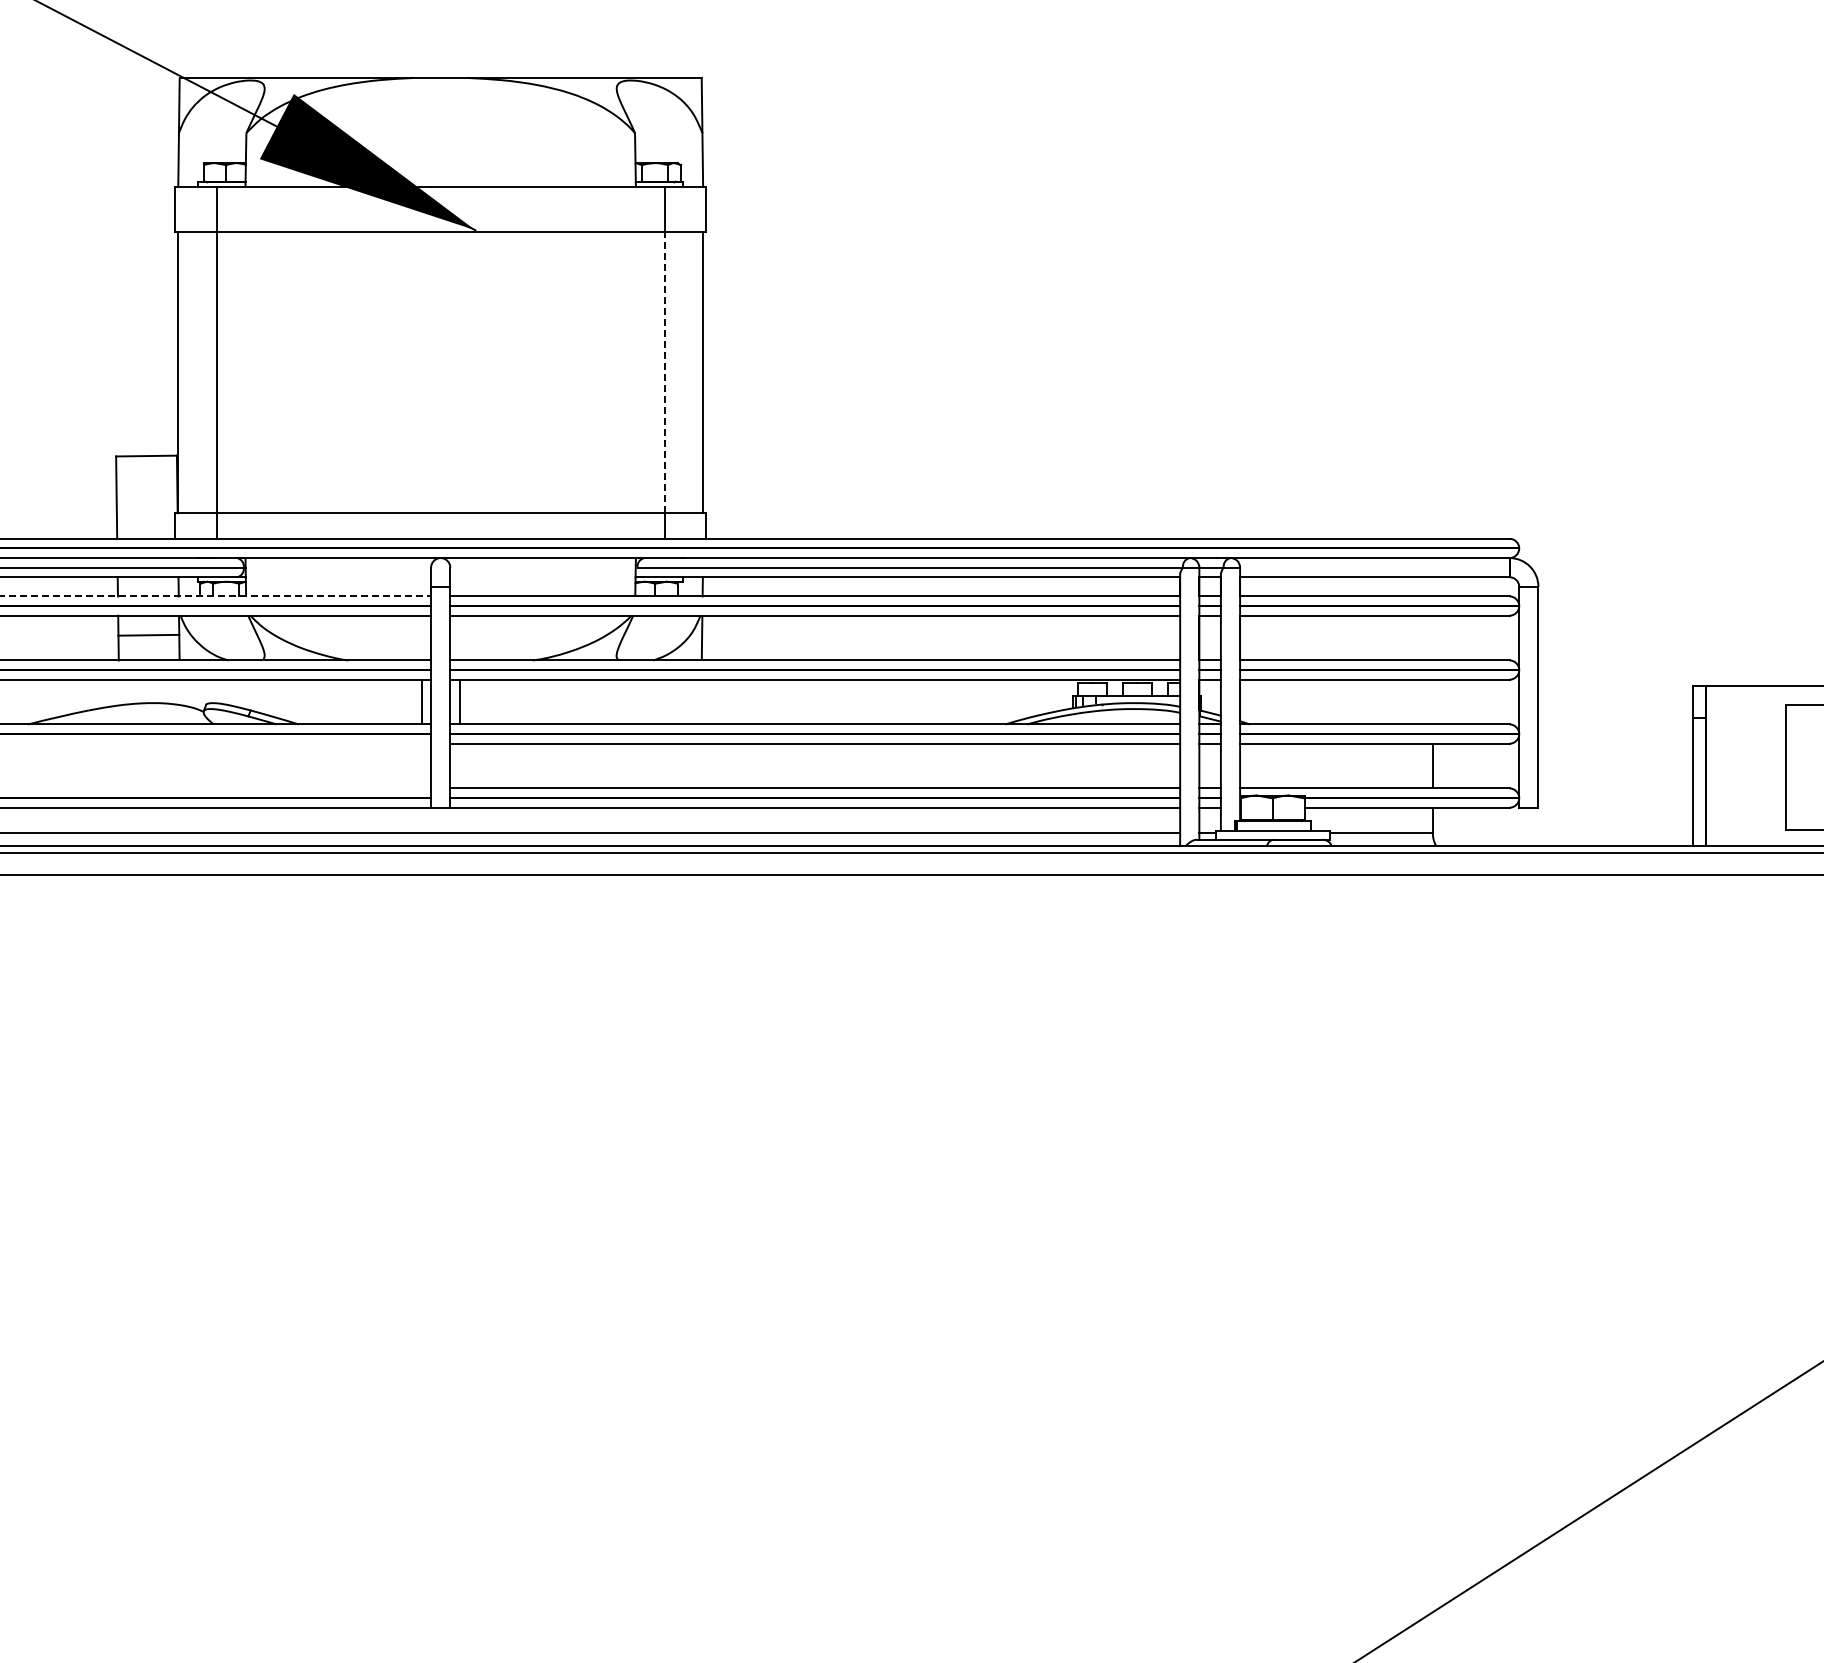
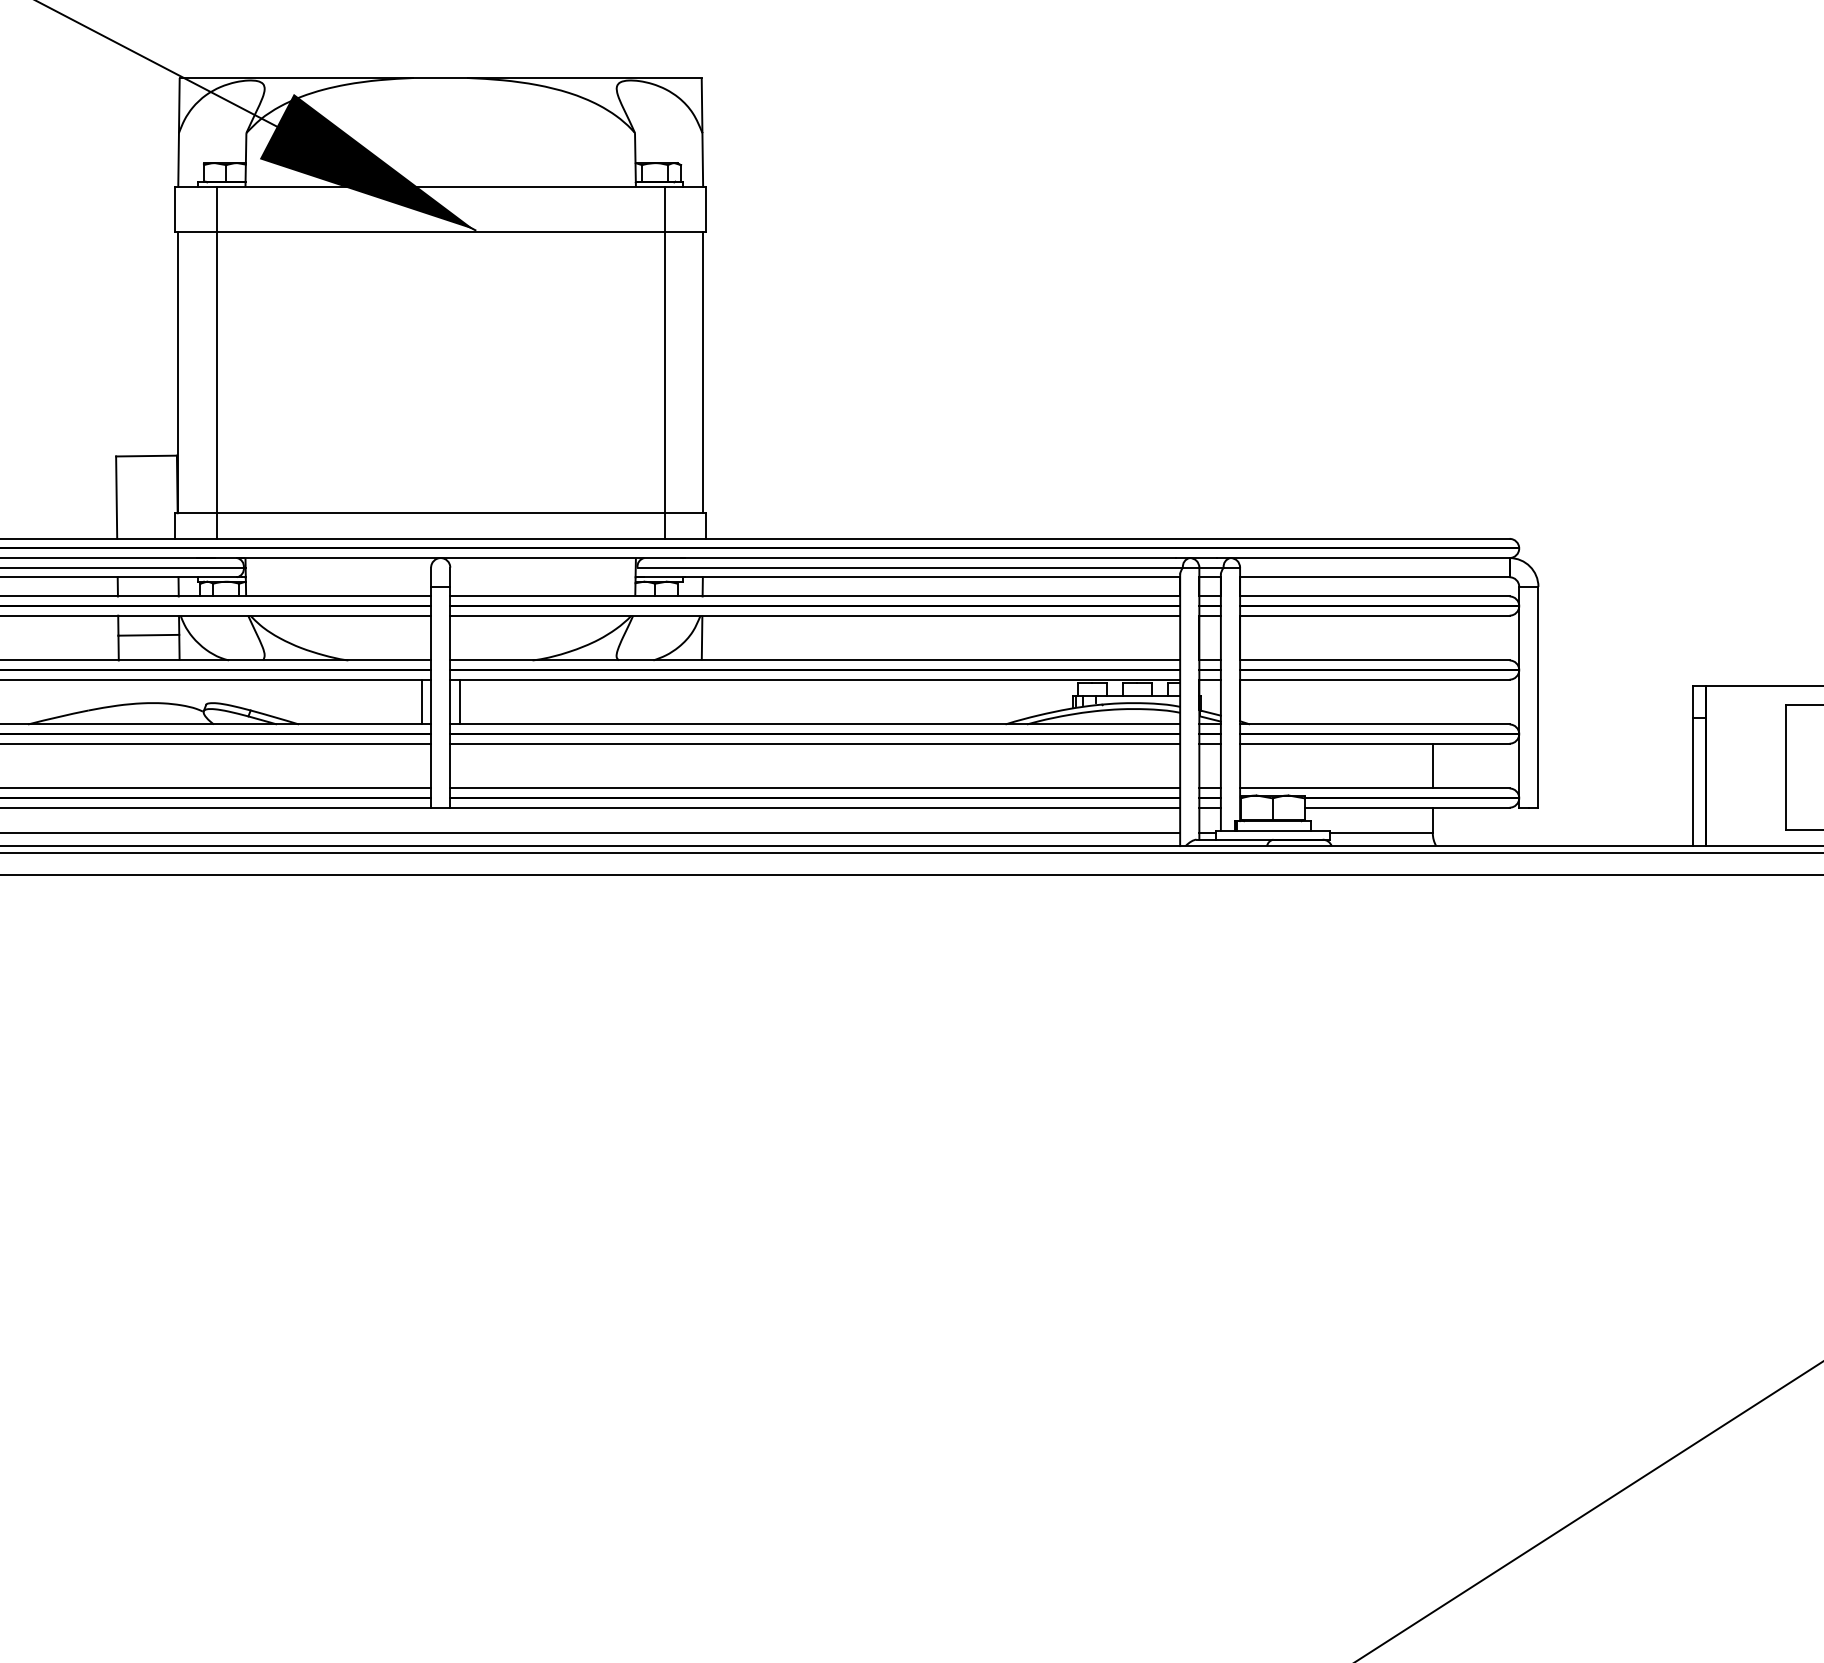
line at (664, 372): dashed -> solid
line at (216, 596): dashed -> solid
line at (216, 743): none -> present
line at (216, 788): none -> present
